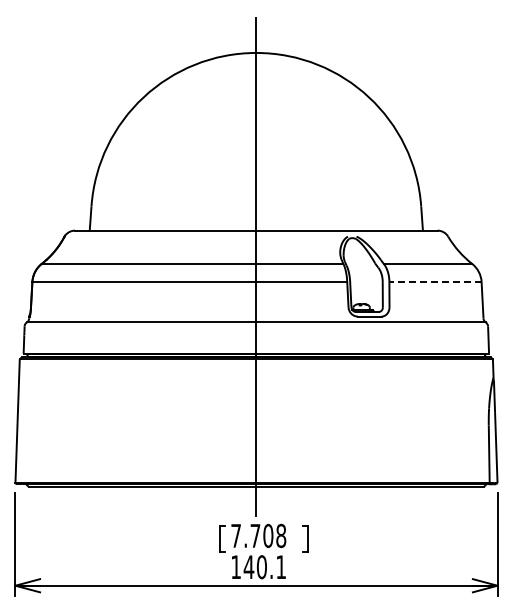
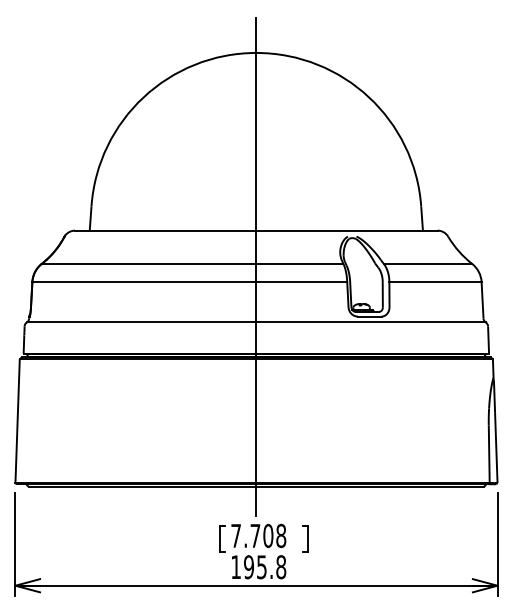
line at (435, 282): dashed -> solid
text at (264, 567): 140.1 -> 195.8
